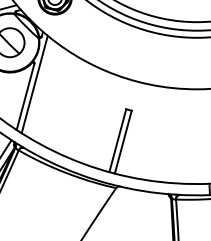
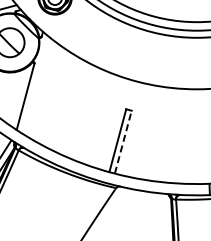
line at (34, 84): present -> none
line at (123, 142): solid -> dashed
